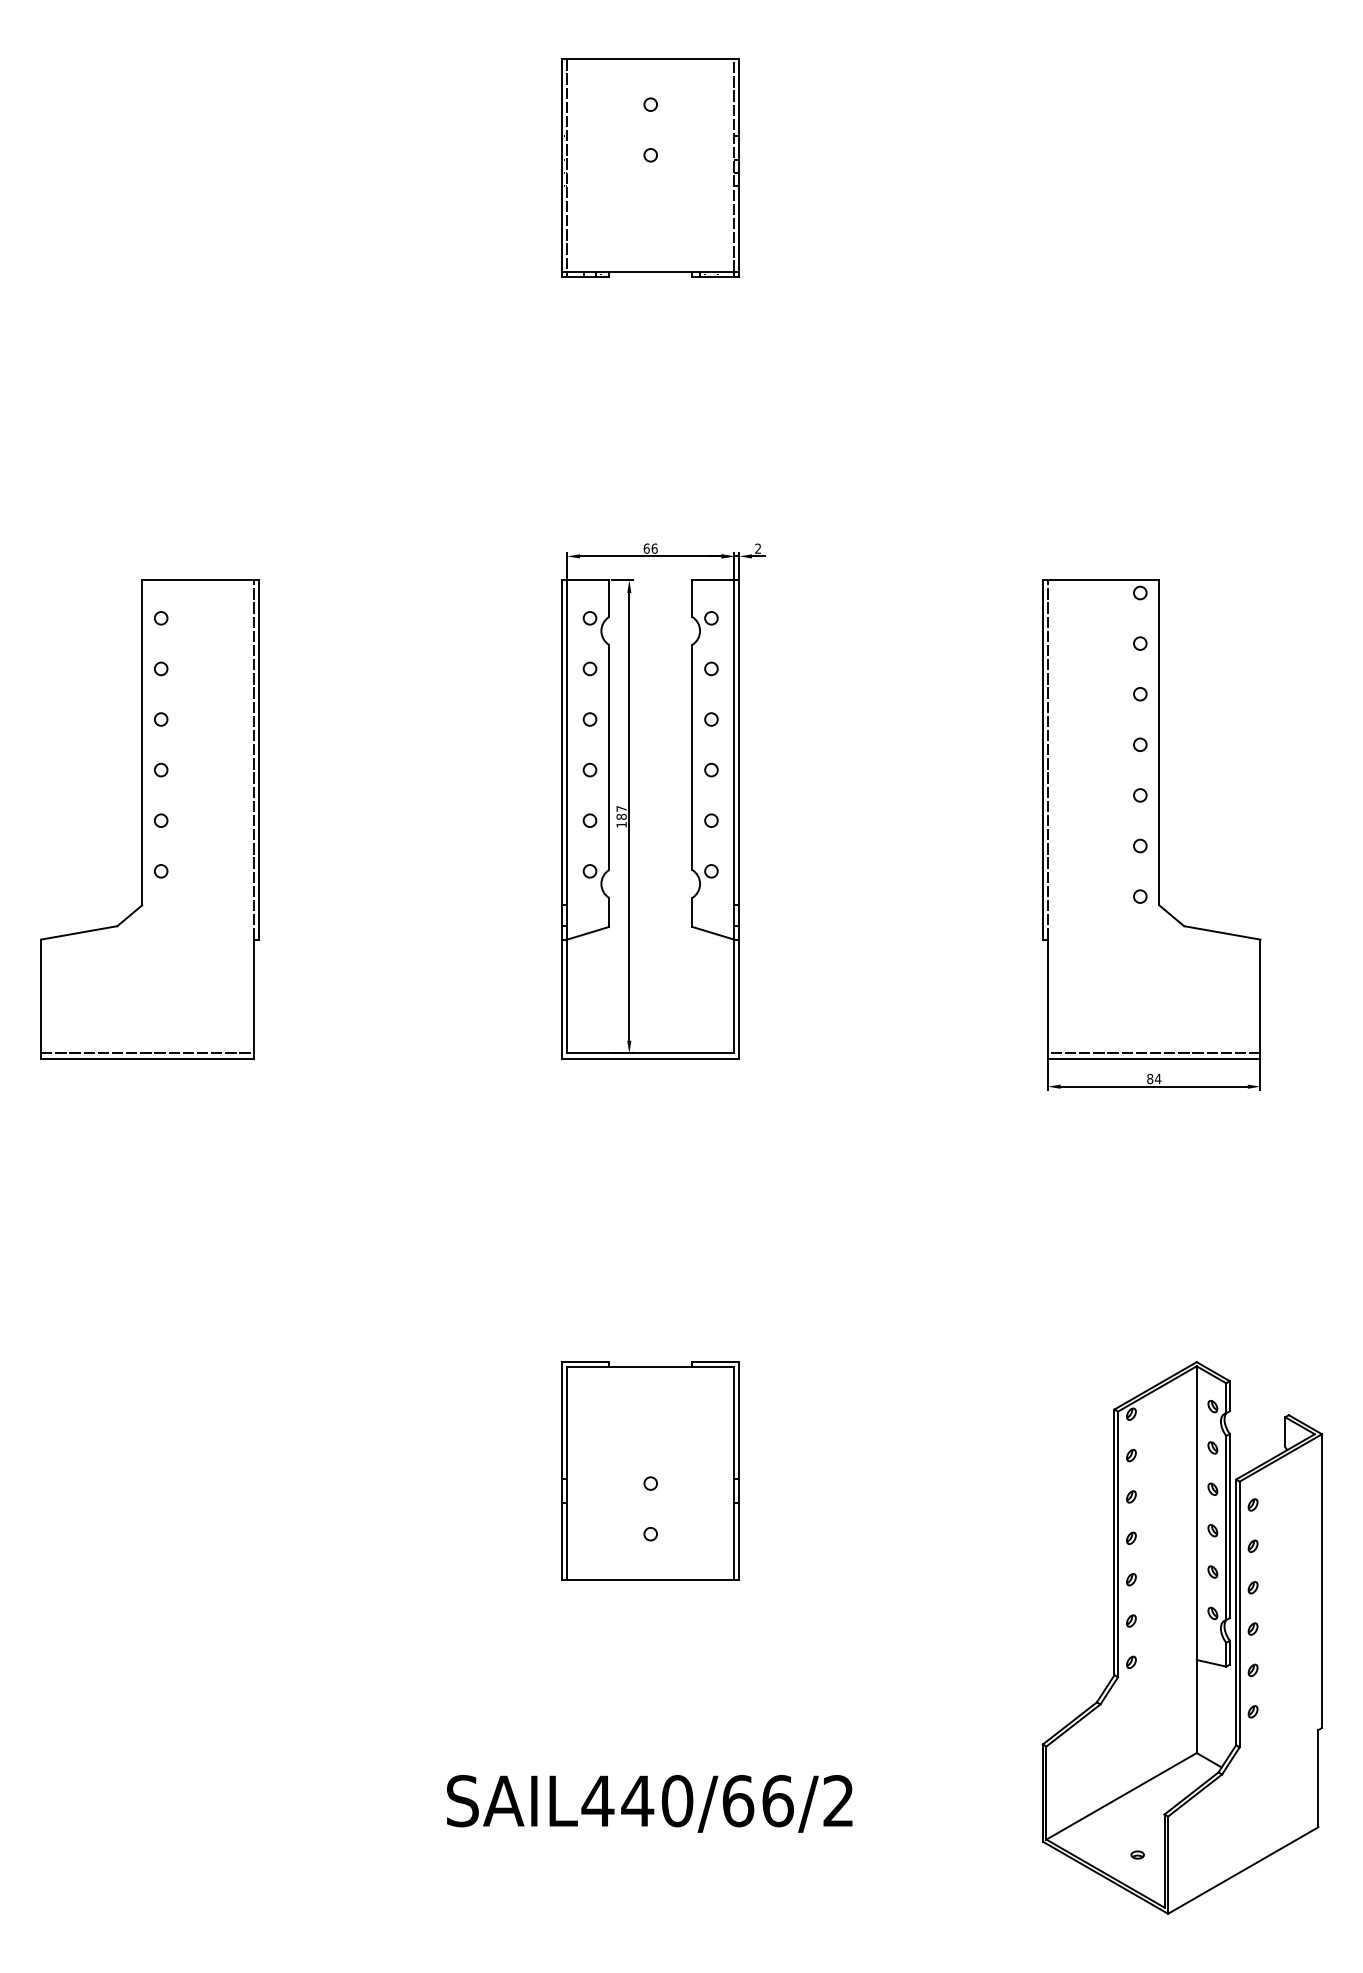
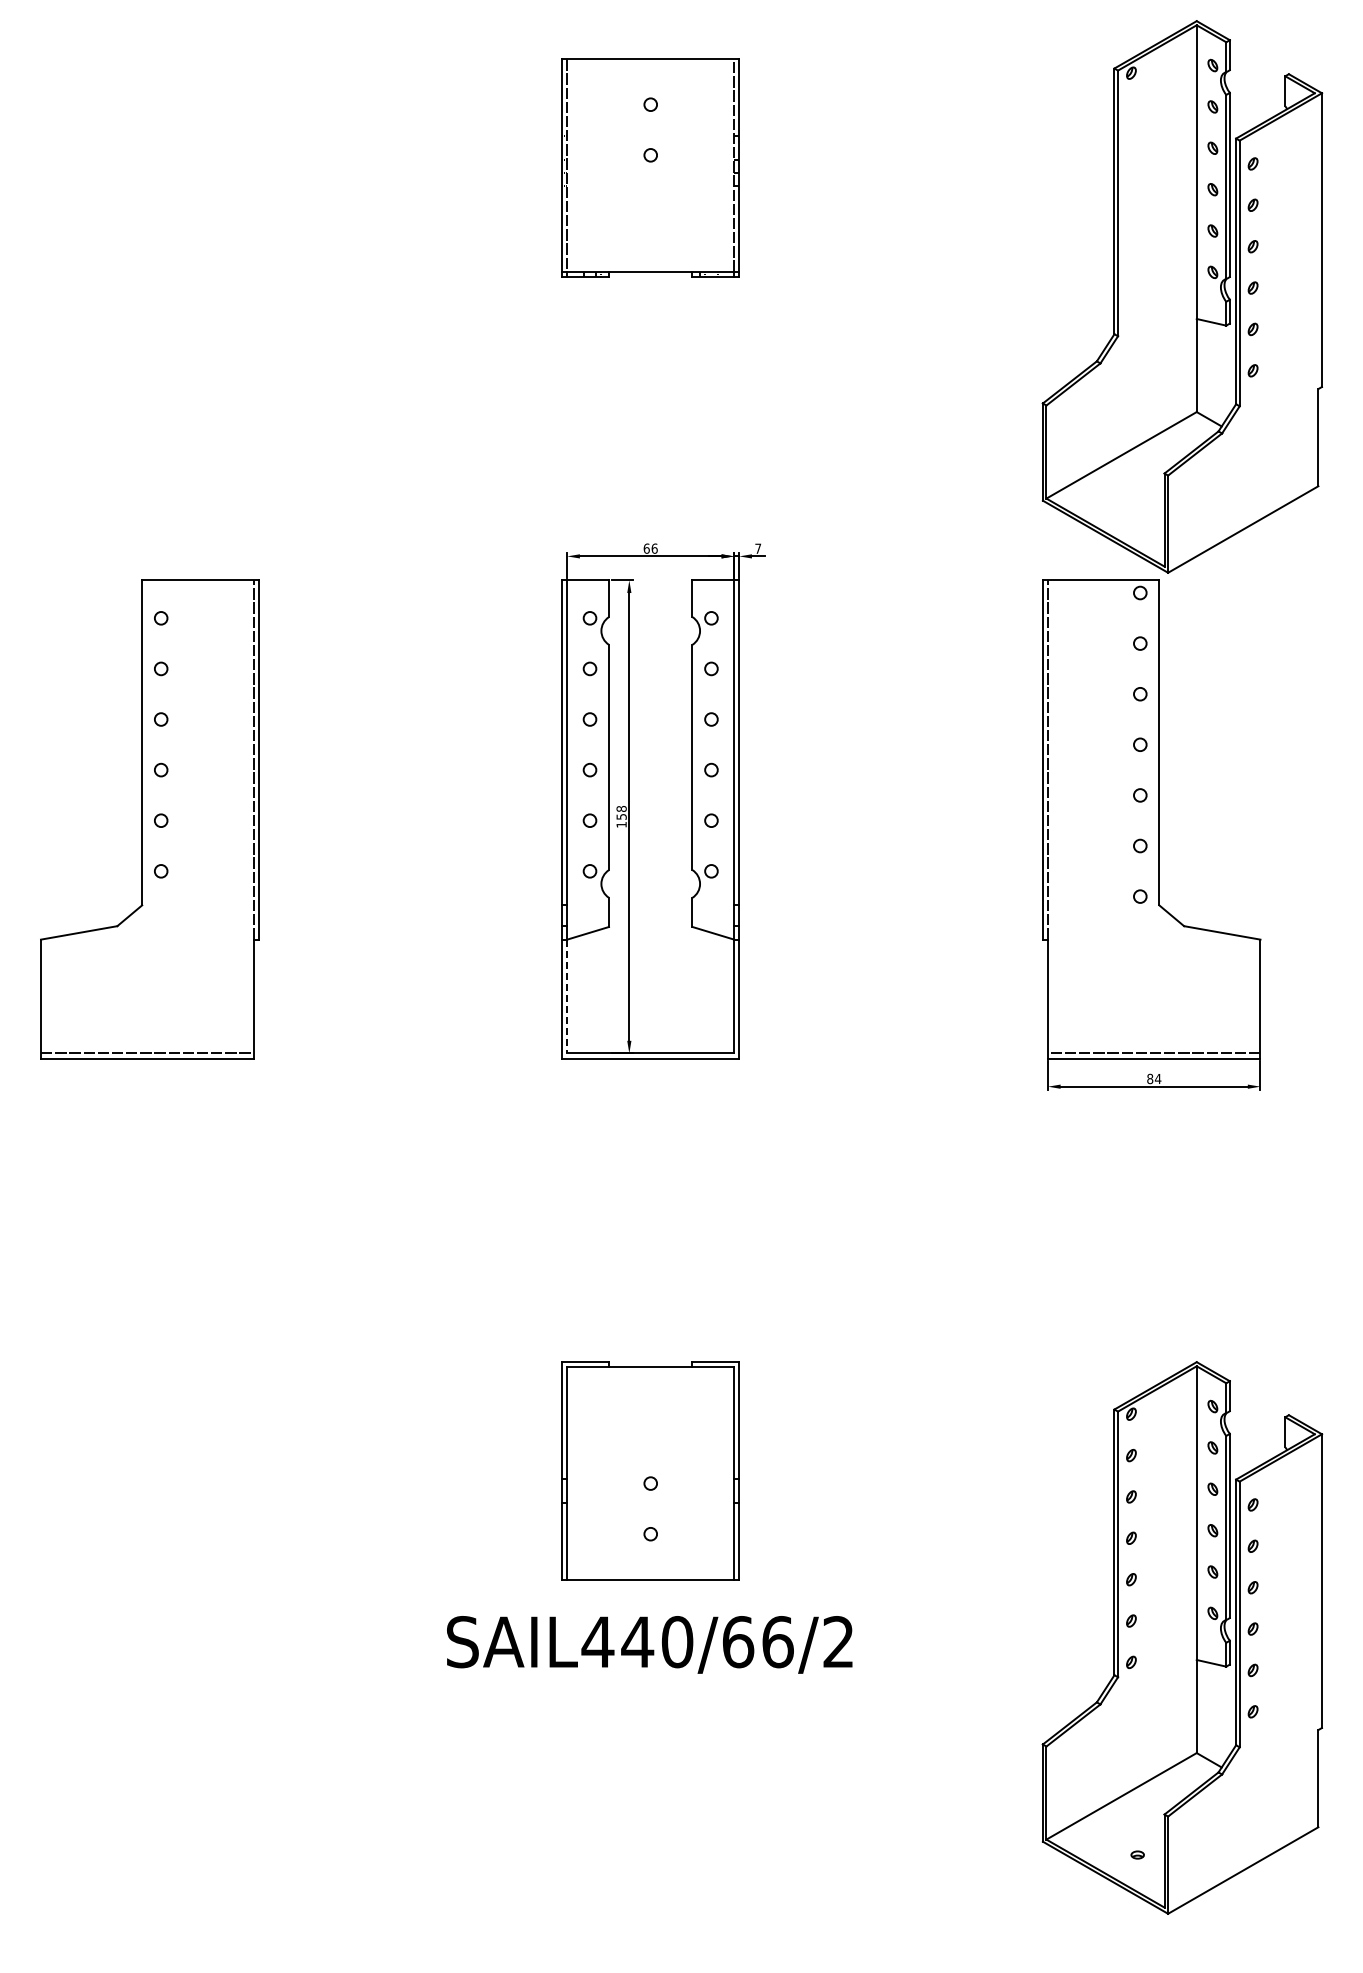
part at (1182, 296): none -> present
text at (758, 548): 2 -> 7
text at (621, 812): 187 -> 158
line at (567, 996): solid -> dashed
text at (649, 1803) position: (649, 1803) -> (649, 1644)
